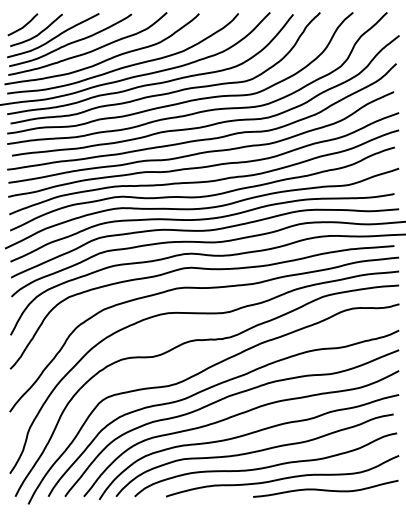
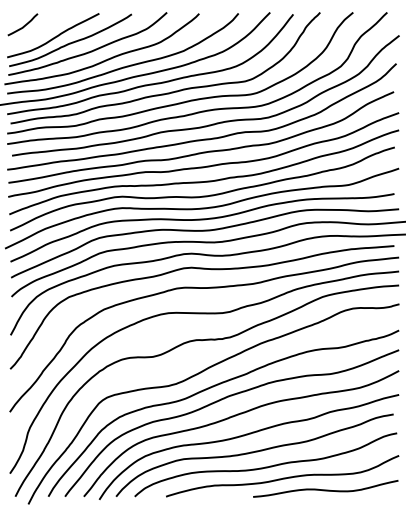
curve at (39, 32): present -> none
